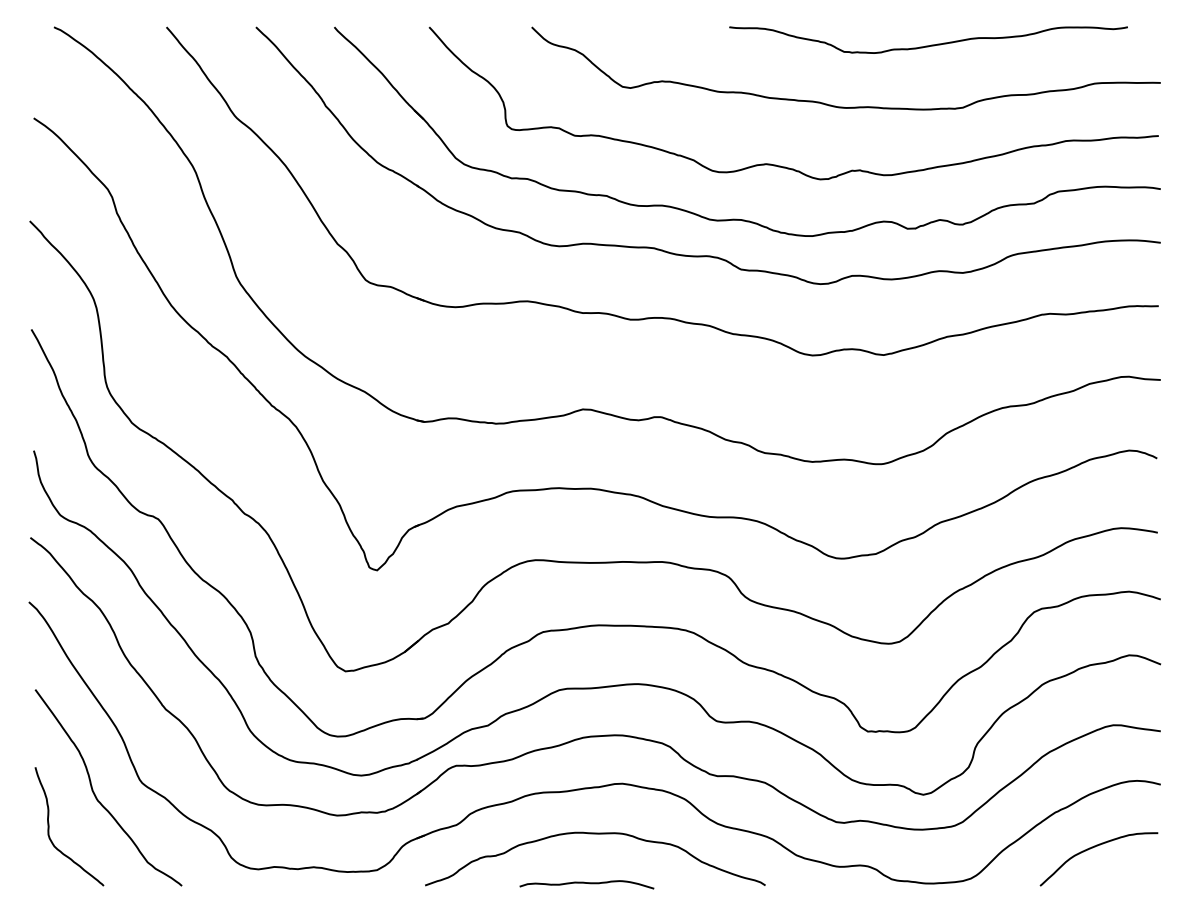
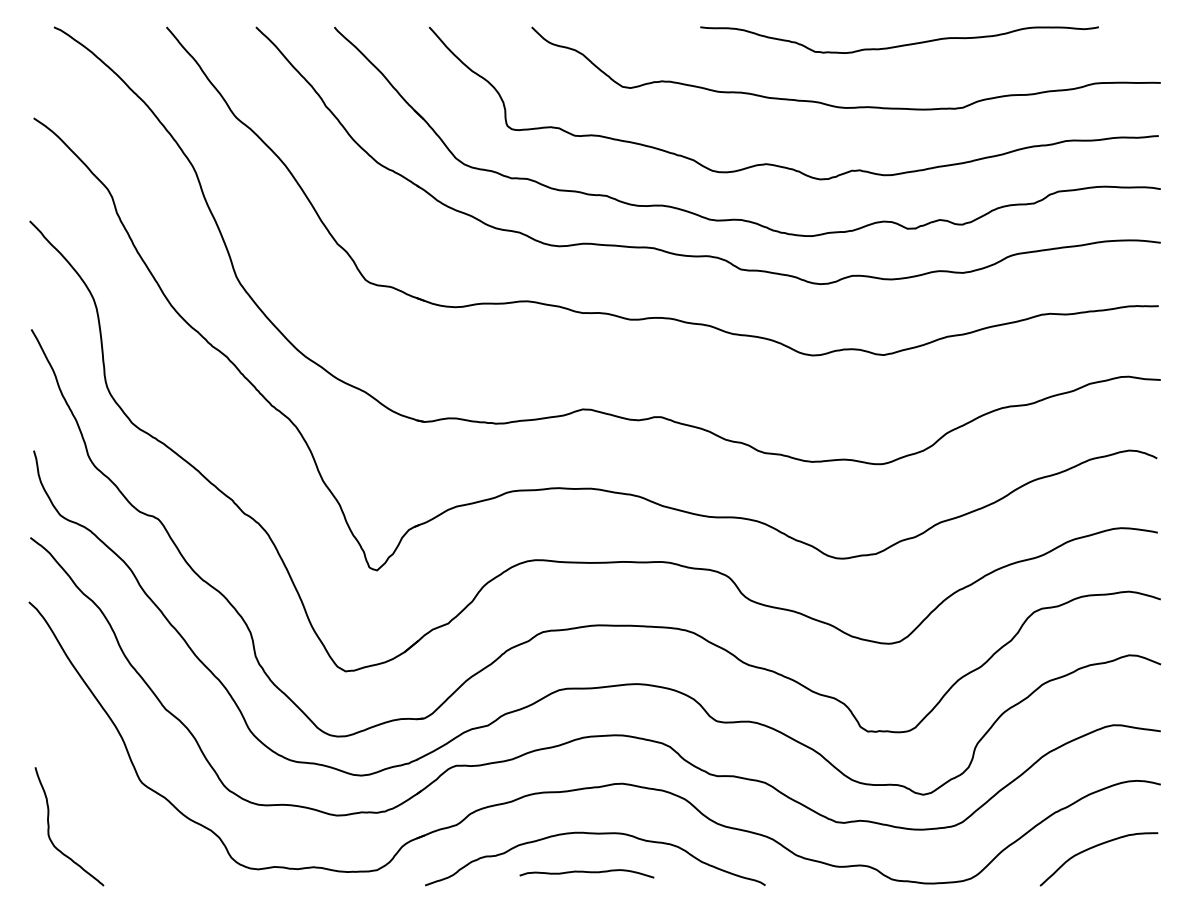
curve at (931, 44) position: (931, 44) -> (902, 44)
curve at (95, 793): present -> none
curve at (586, 883) position: (586, 883) -> (586, 872)
